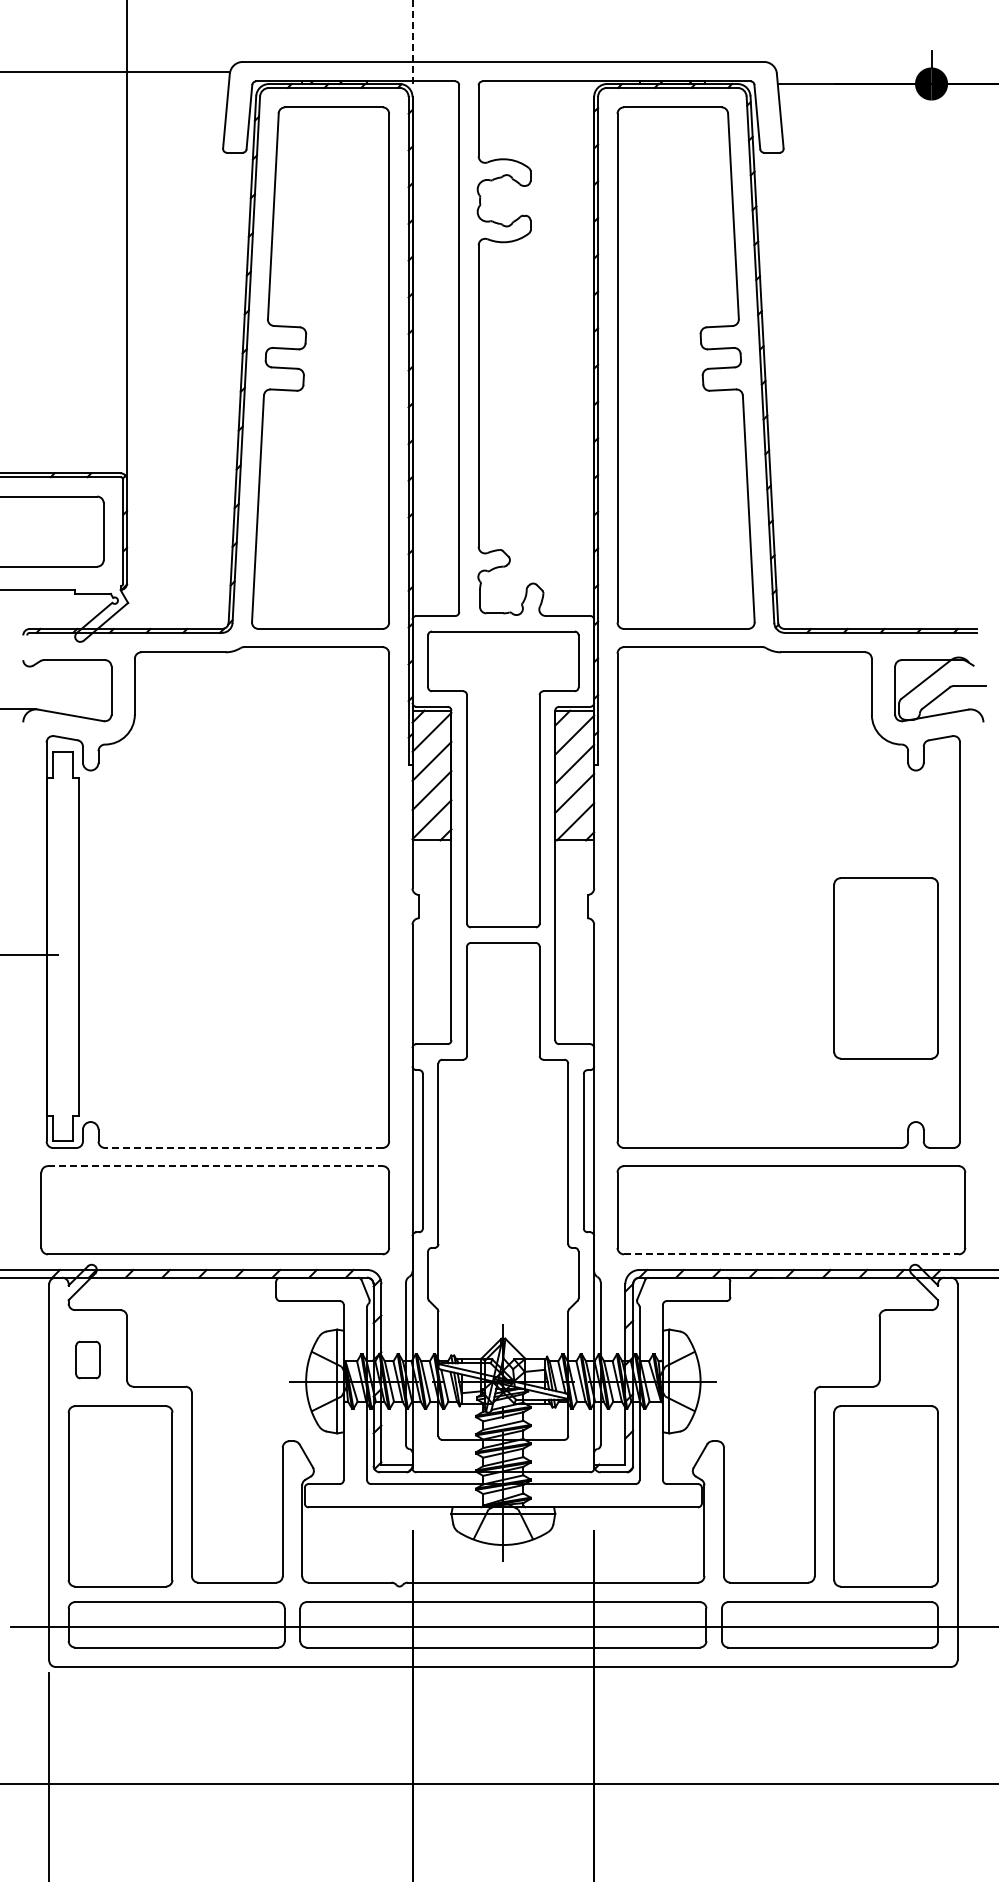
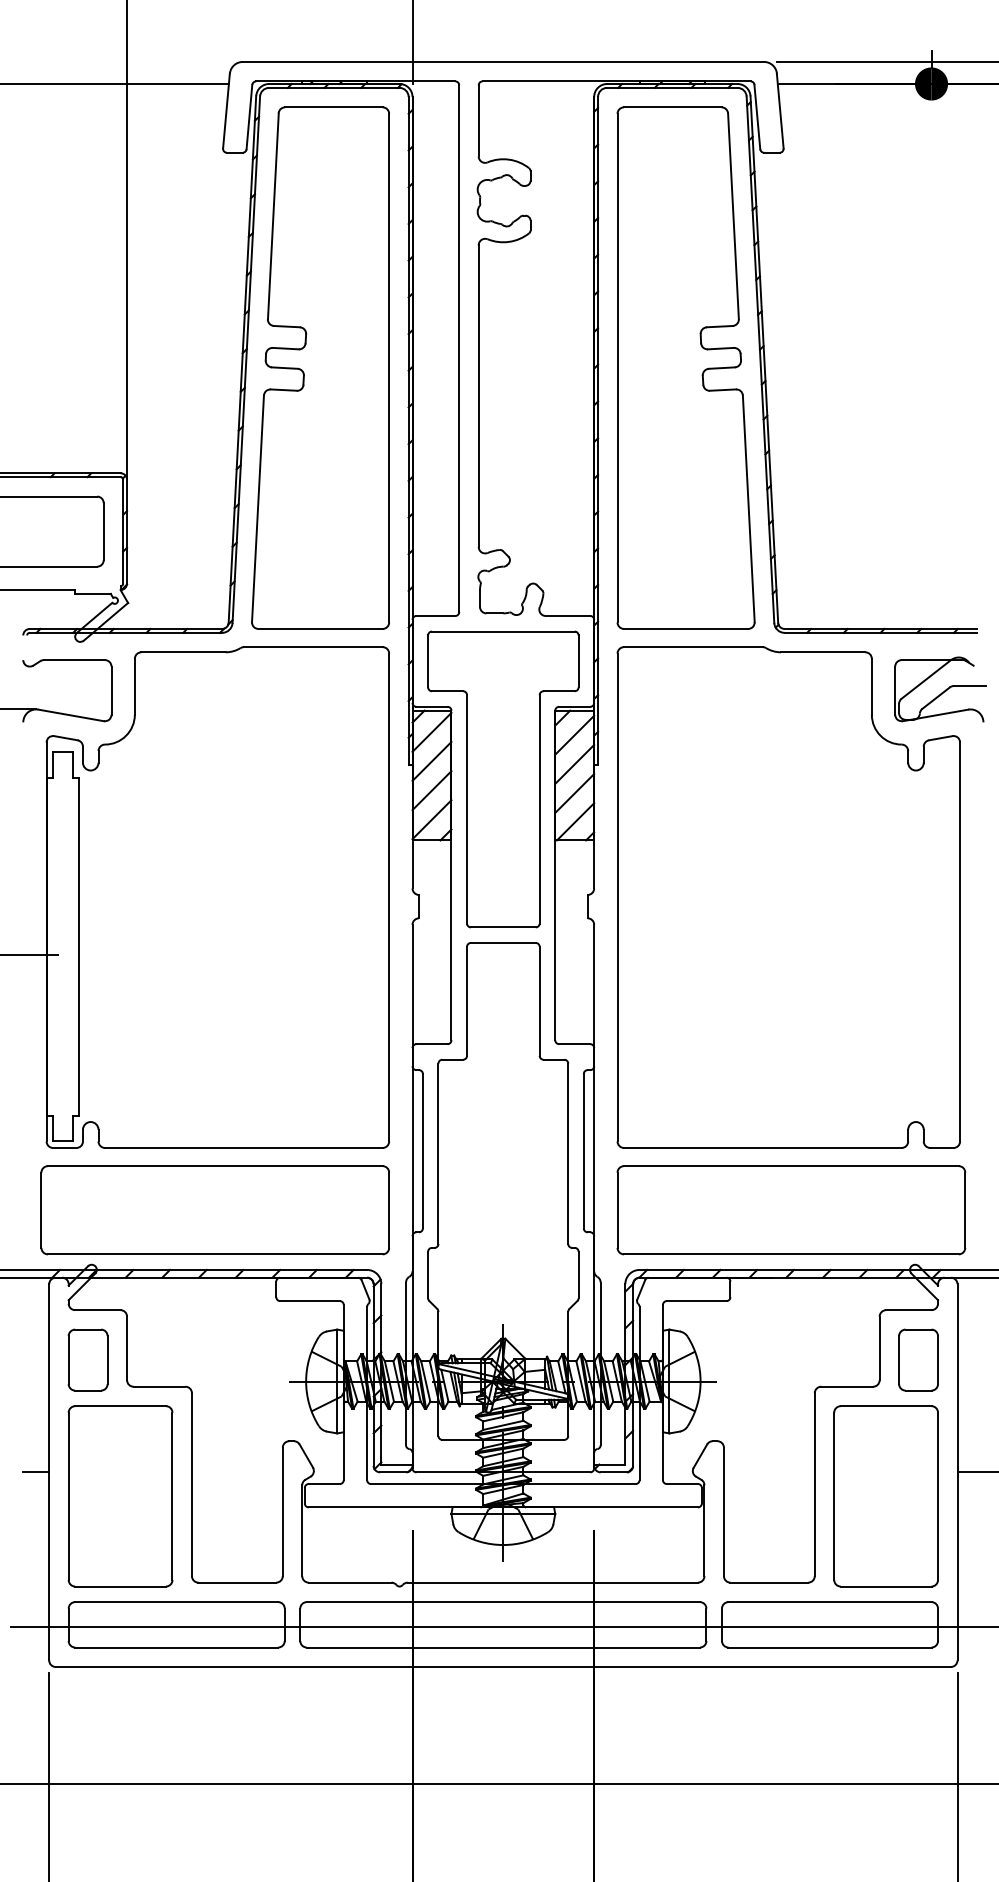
line at (412, 42): dashed -> solid
line at (886, 61): none -> present
line at (115, 72) position: (115, 72) -> (115, 84)
part at (885, 968): present -> none
line at (243, 1147): dashed -> solid
line at (215, 1166): dashed -> solid
line at (791, 1254): dashed -> solid
part at (87, 1359) size: 26x40 px -> 42x64 px
part at (918, 1359): none -> present
line at (36, 1472): none -> present
line at (976, 1472): none -> present
line at (957, 1775): none -> present
